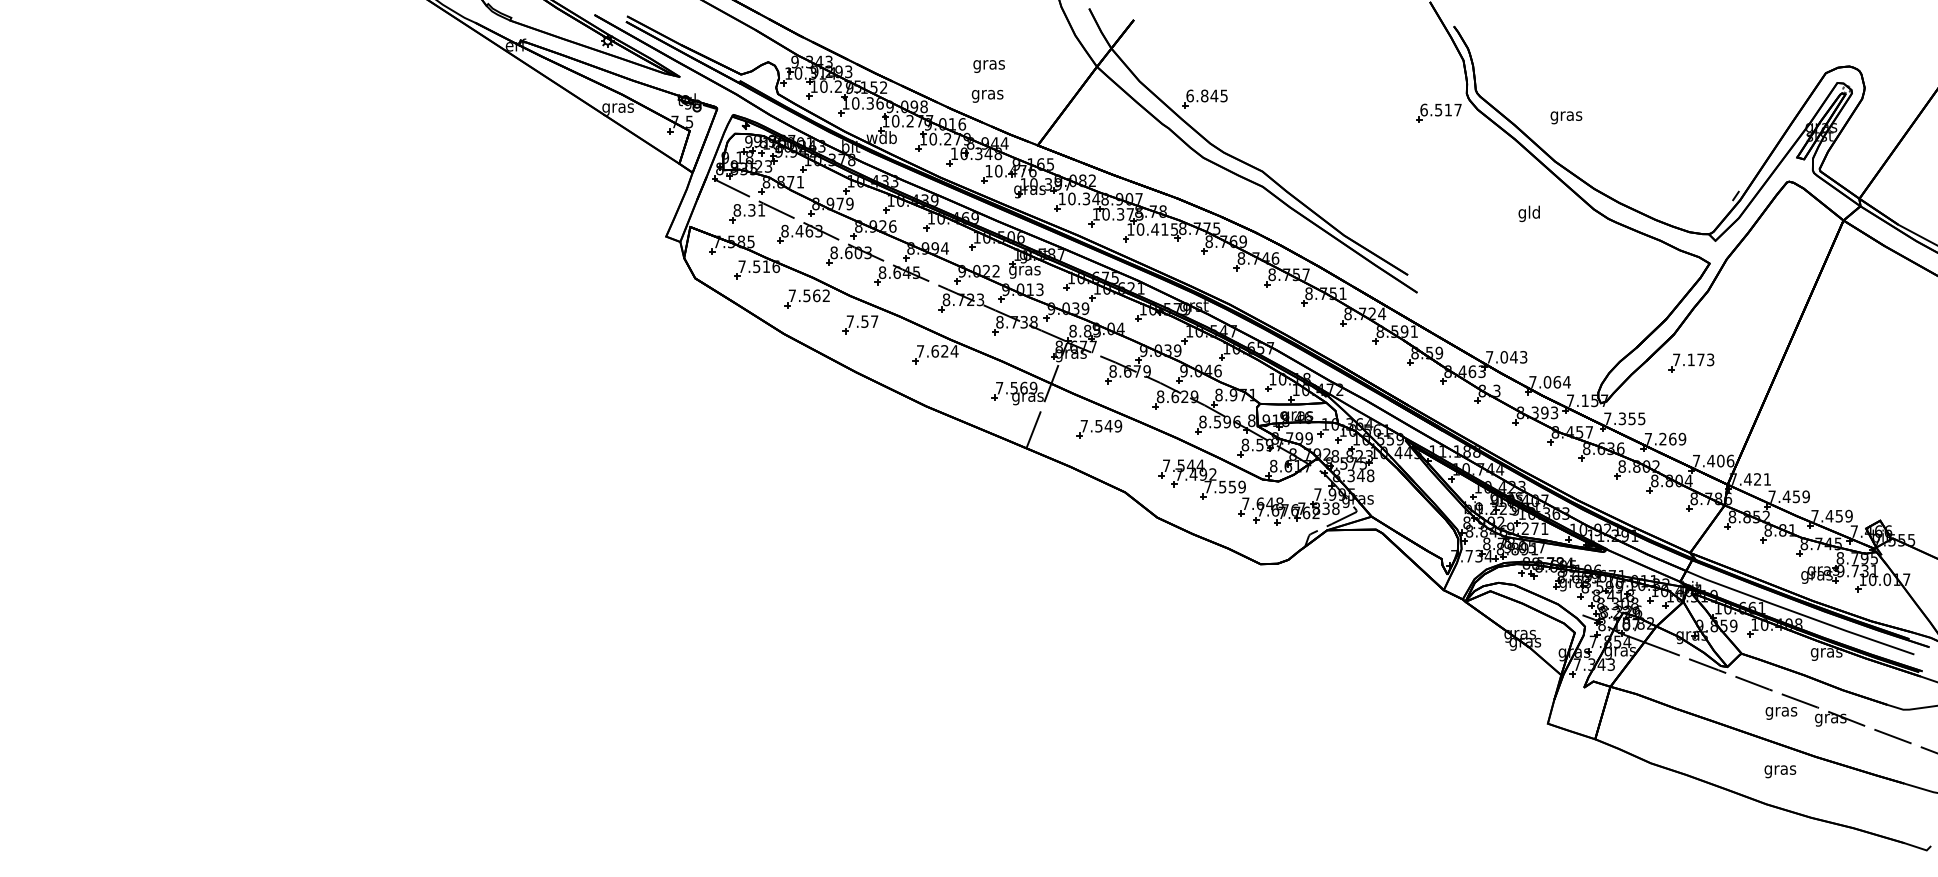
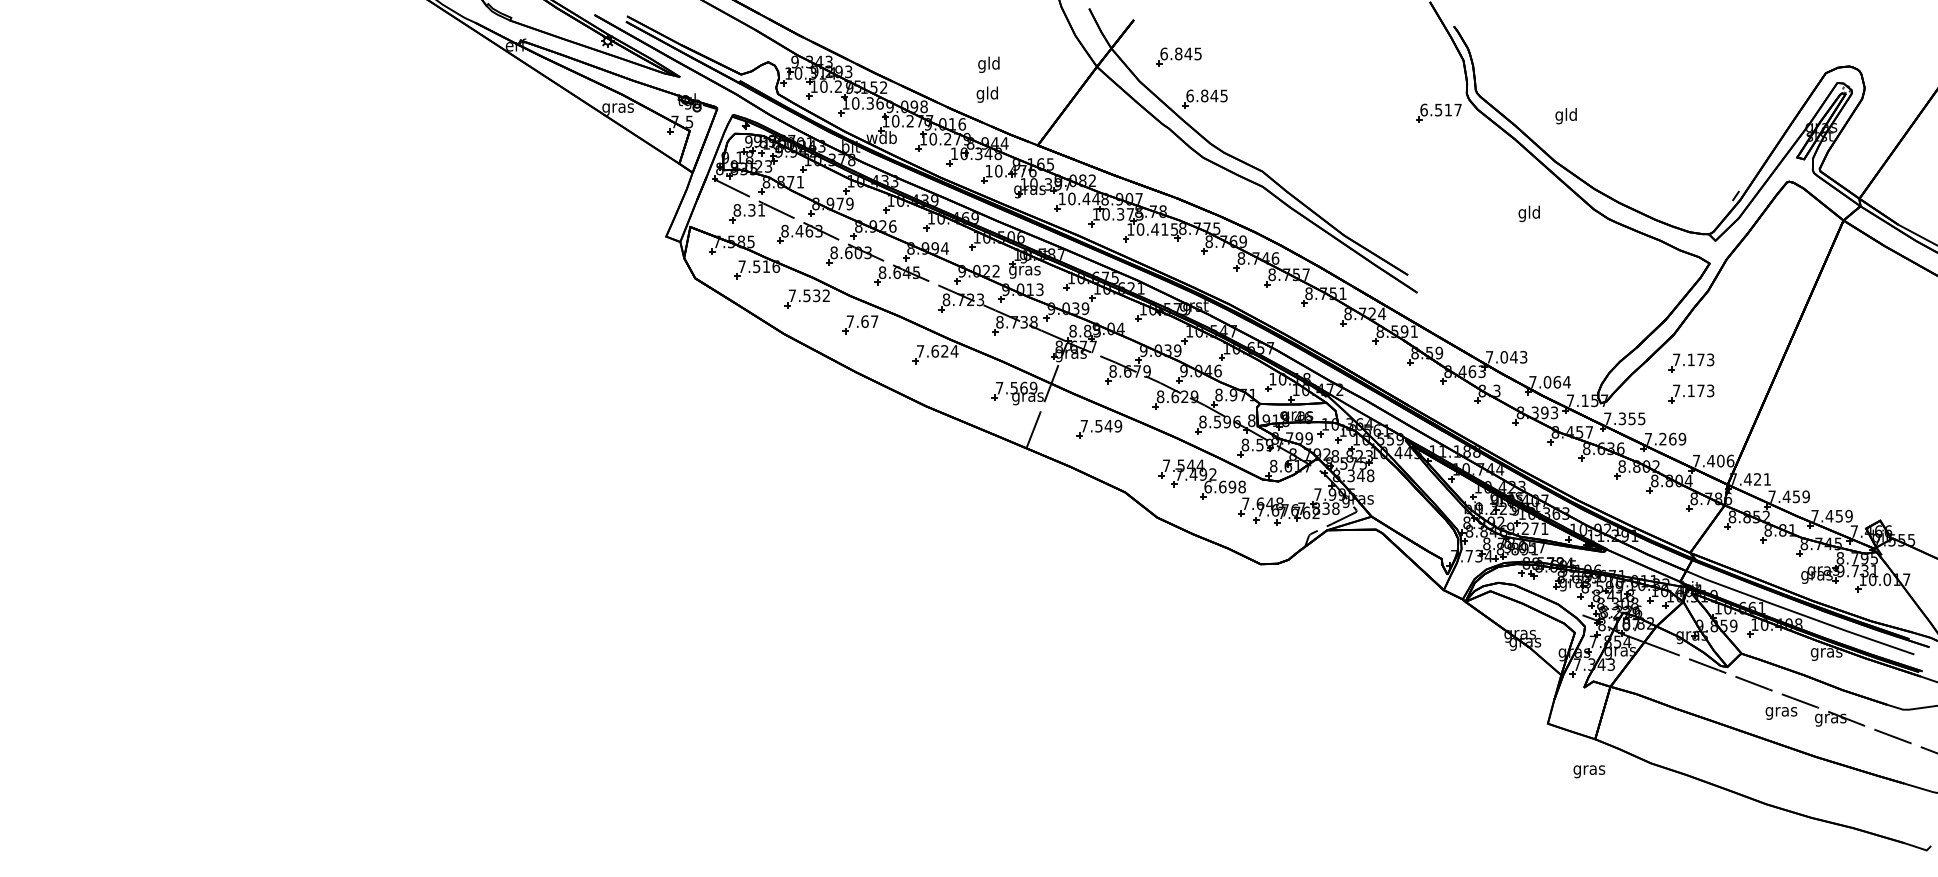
part at (1178, 56): none -> present
text at (988, 64): gras -> gld
text at (987, 94): gras -> gld
text at (1566, 116): gras -> gld
text at (1086, 198): 10.34 -> 10.44
text at (816, 295): 7.562 -> 7.532
text at (864, 321): 7.57 -> 7.67
part at (1691, 393): none -> present
text at (1224, 486): 7.559 -> 6.698
text at (1780, 771) position: (1780, 771) -> (1589, 771)
